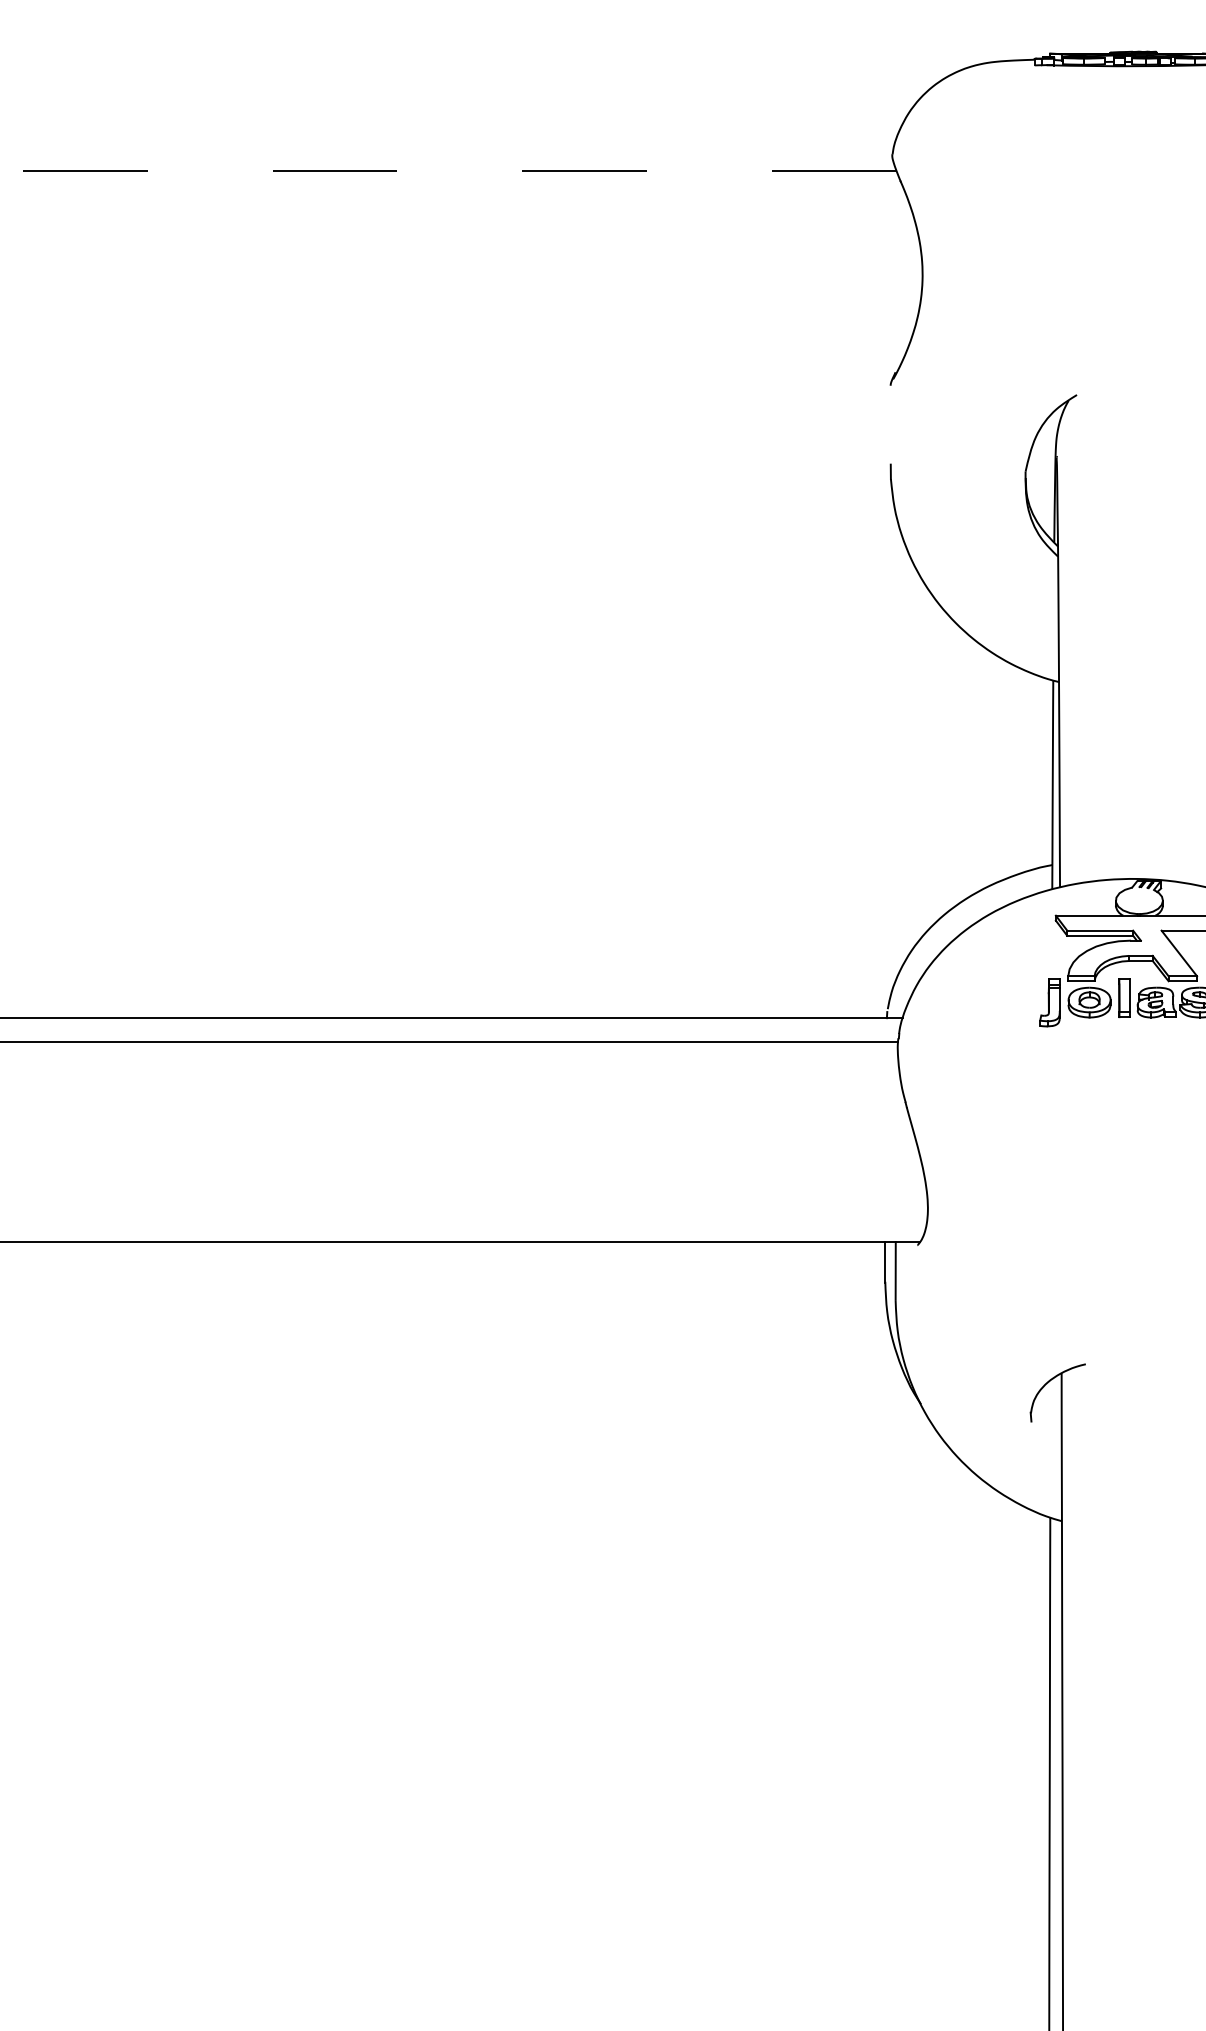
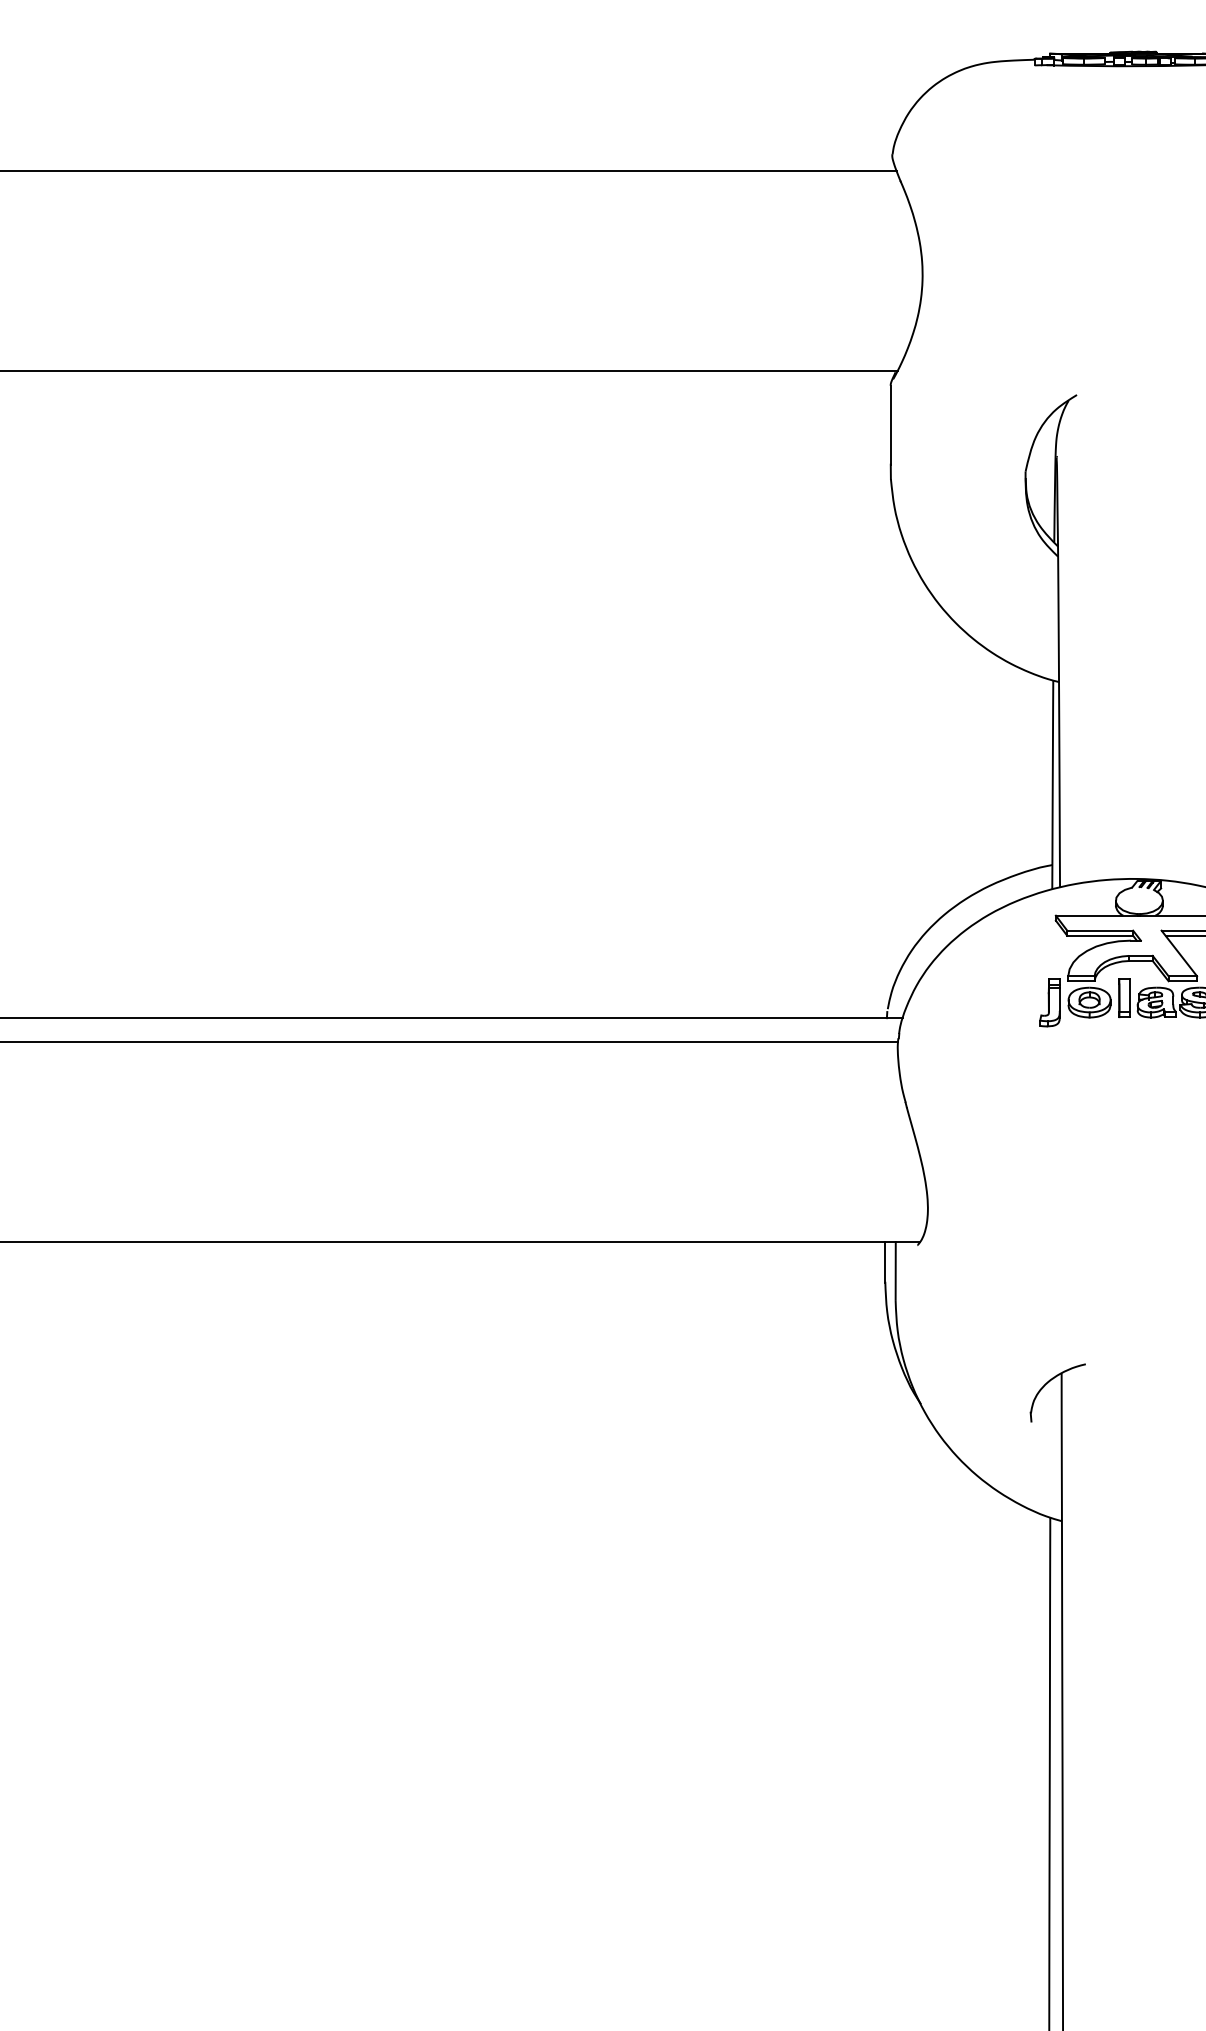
line at (448, 171): dashed -> solid
line at (449, 371): none -> present
line at (890, 425): none -> present
line at (1183, 935): none -> present
